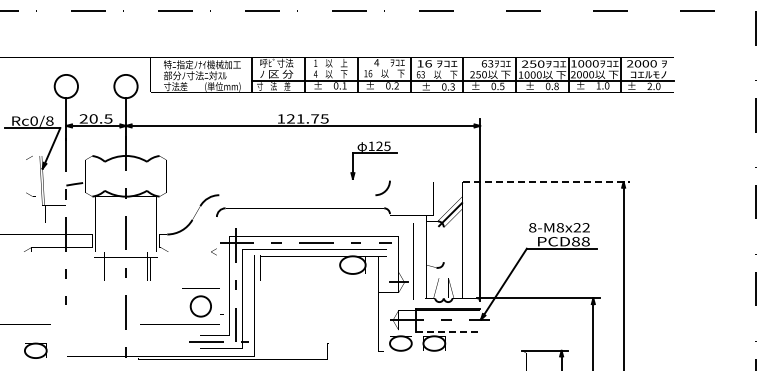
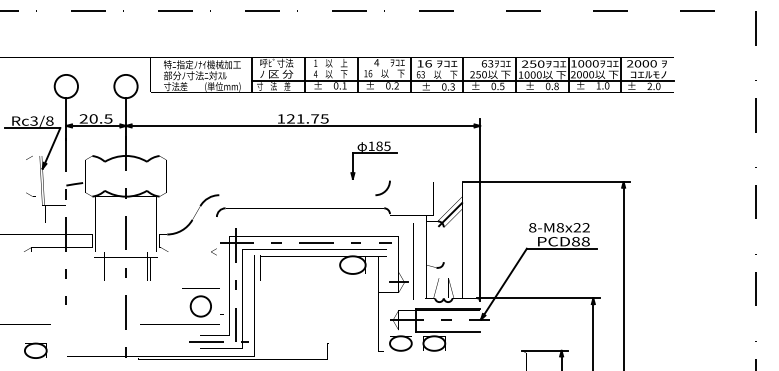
text at (33, 120): Rc0/8 -> Rc3/8
text at (379, 146): 125 -> 185
line at (546, 182): dashed -> solid
line at (448, 331): dashed -> solid
